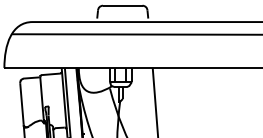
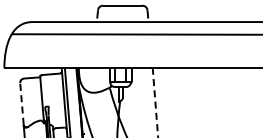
line at (155, 102): solid -> dashed
line at (21, 103): solid -> dashed
